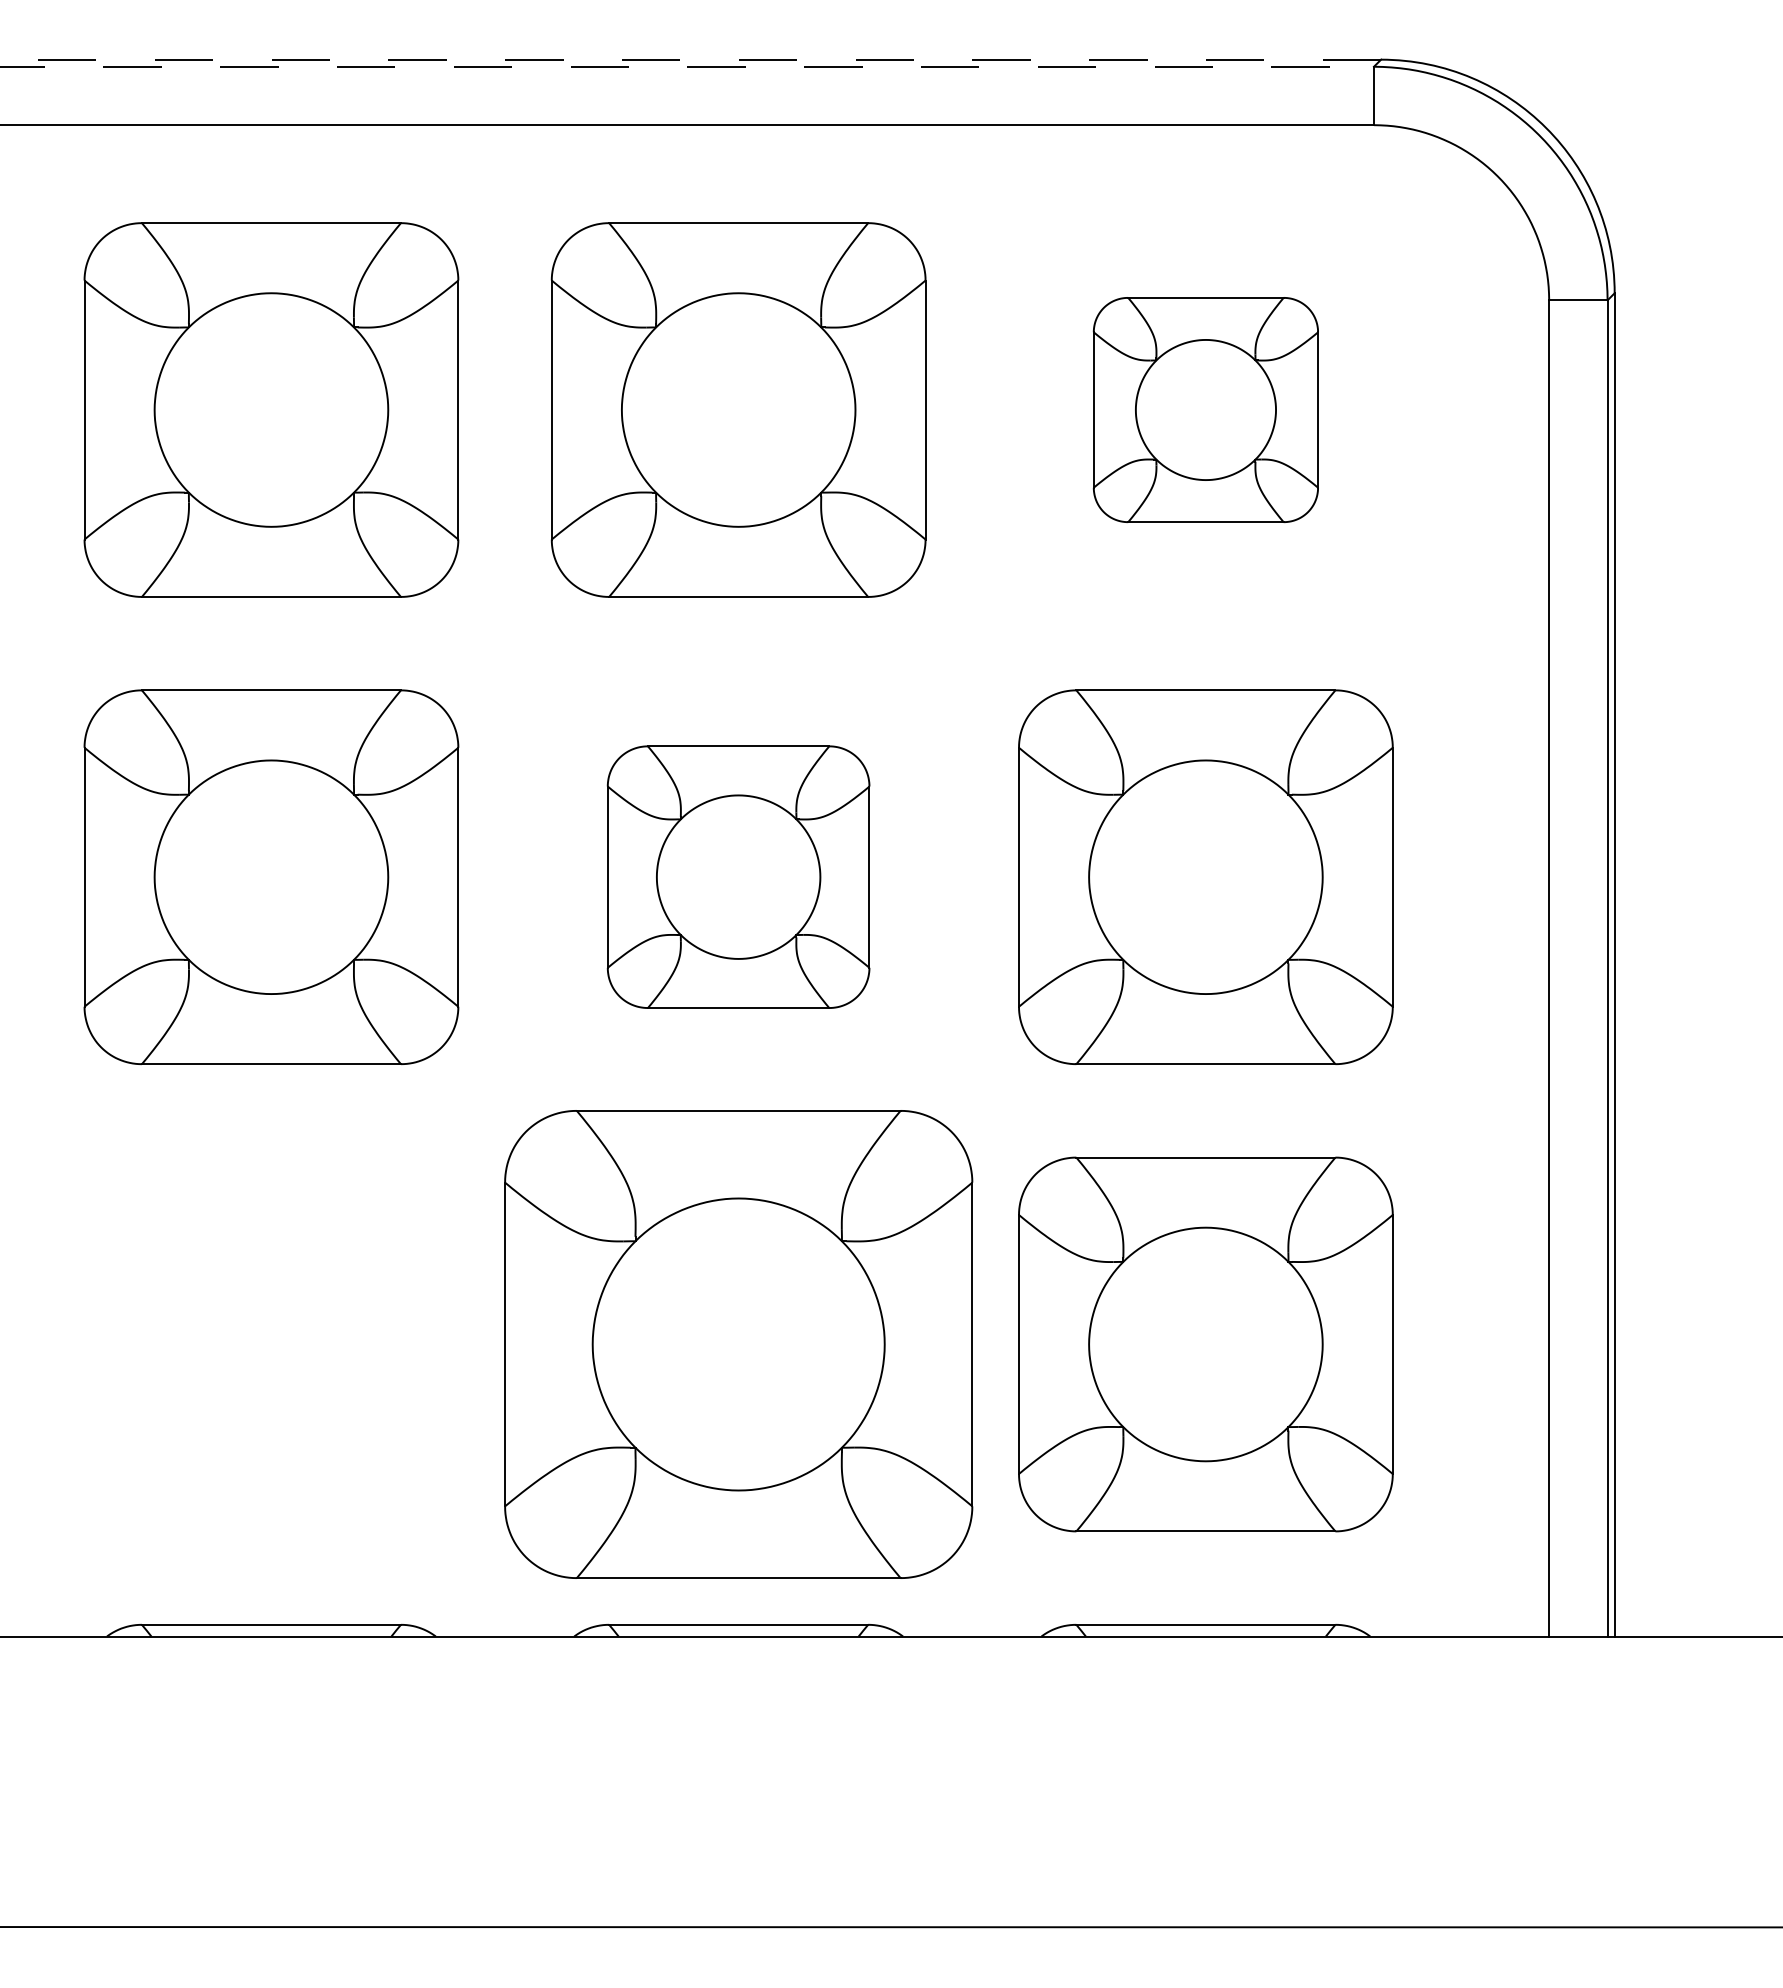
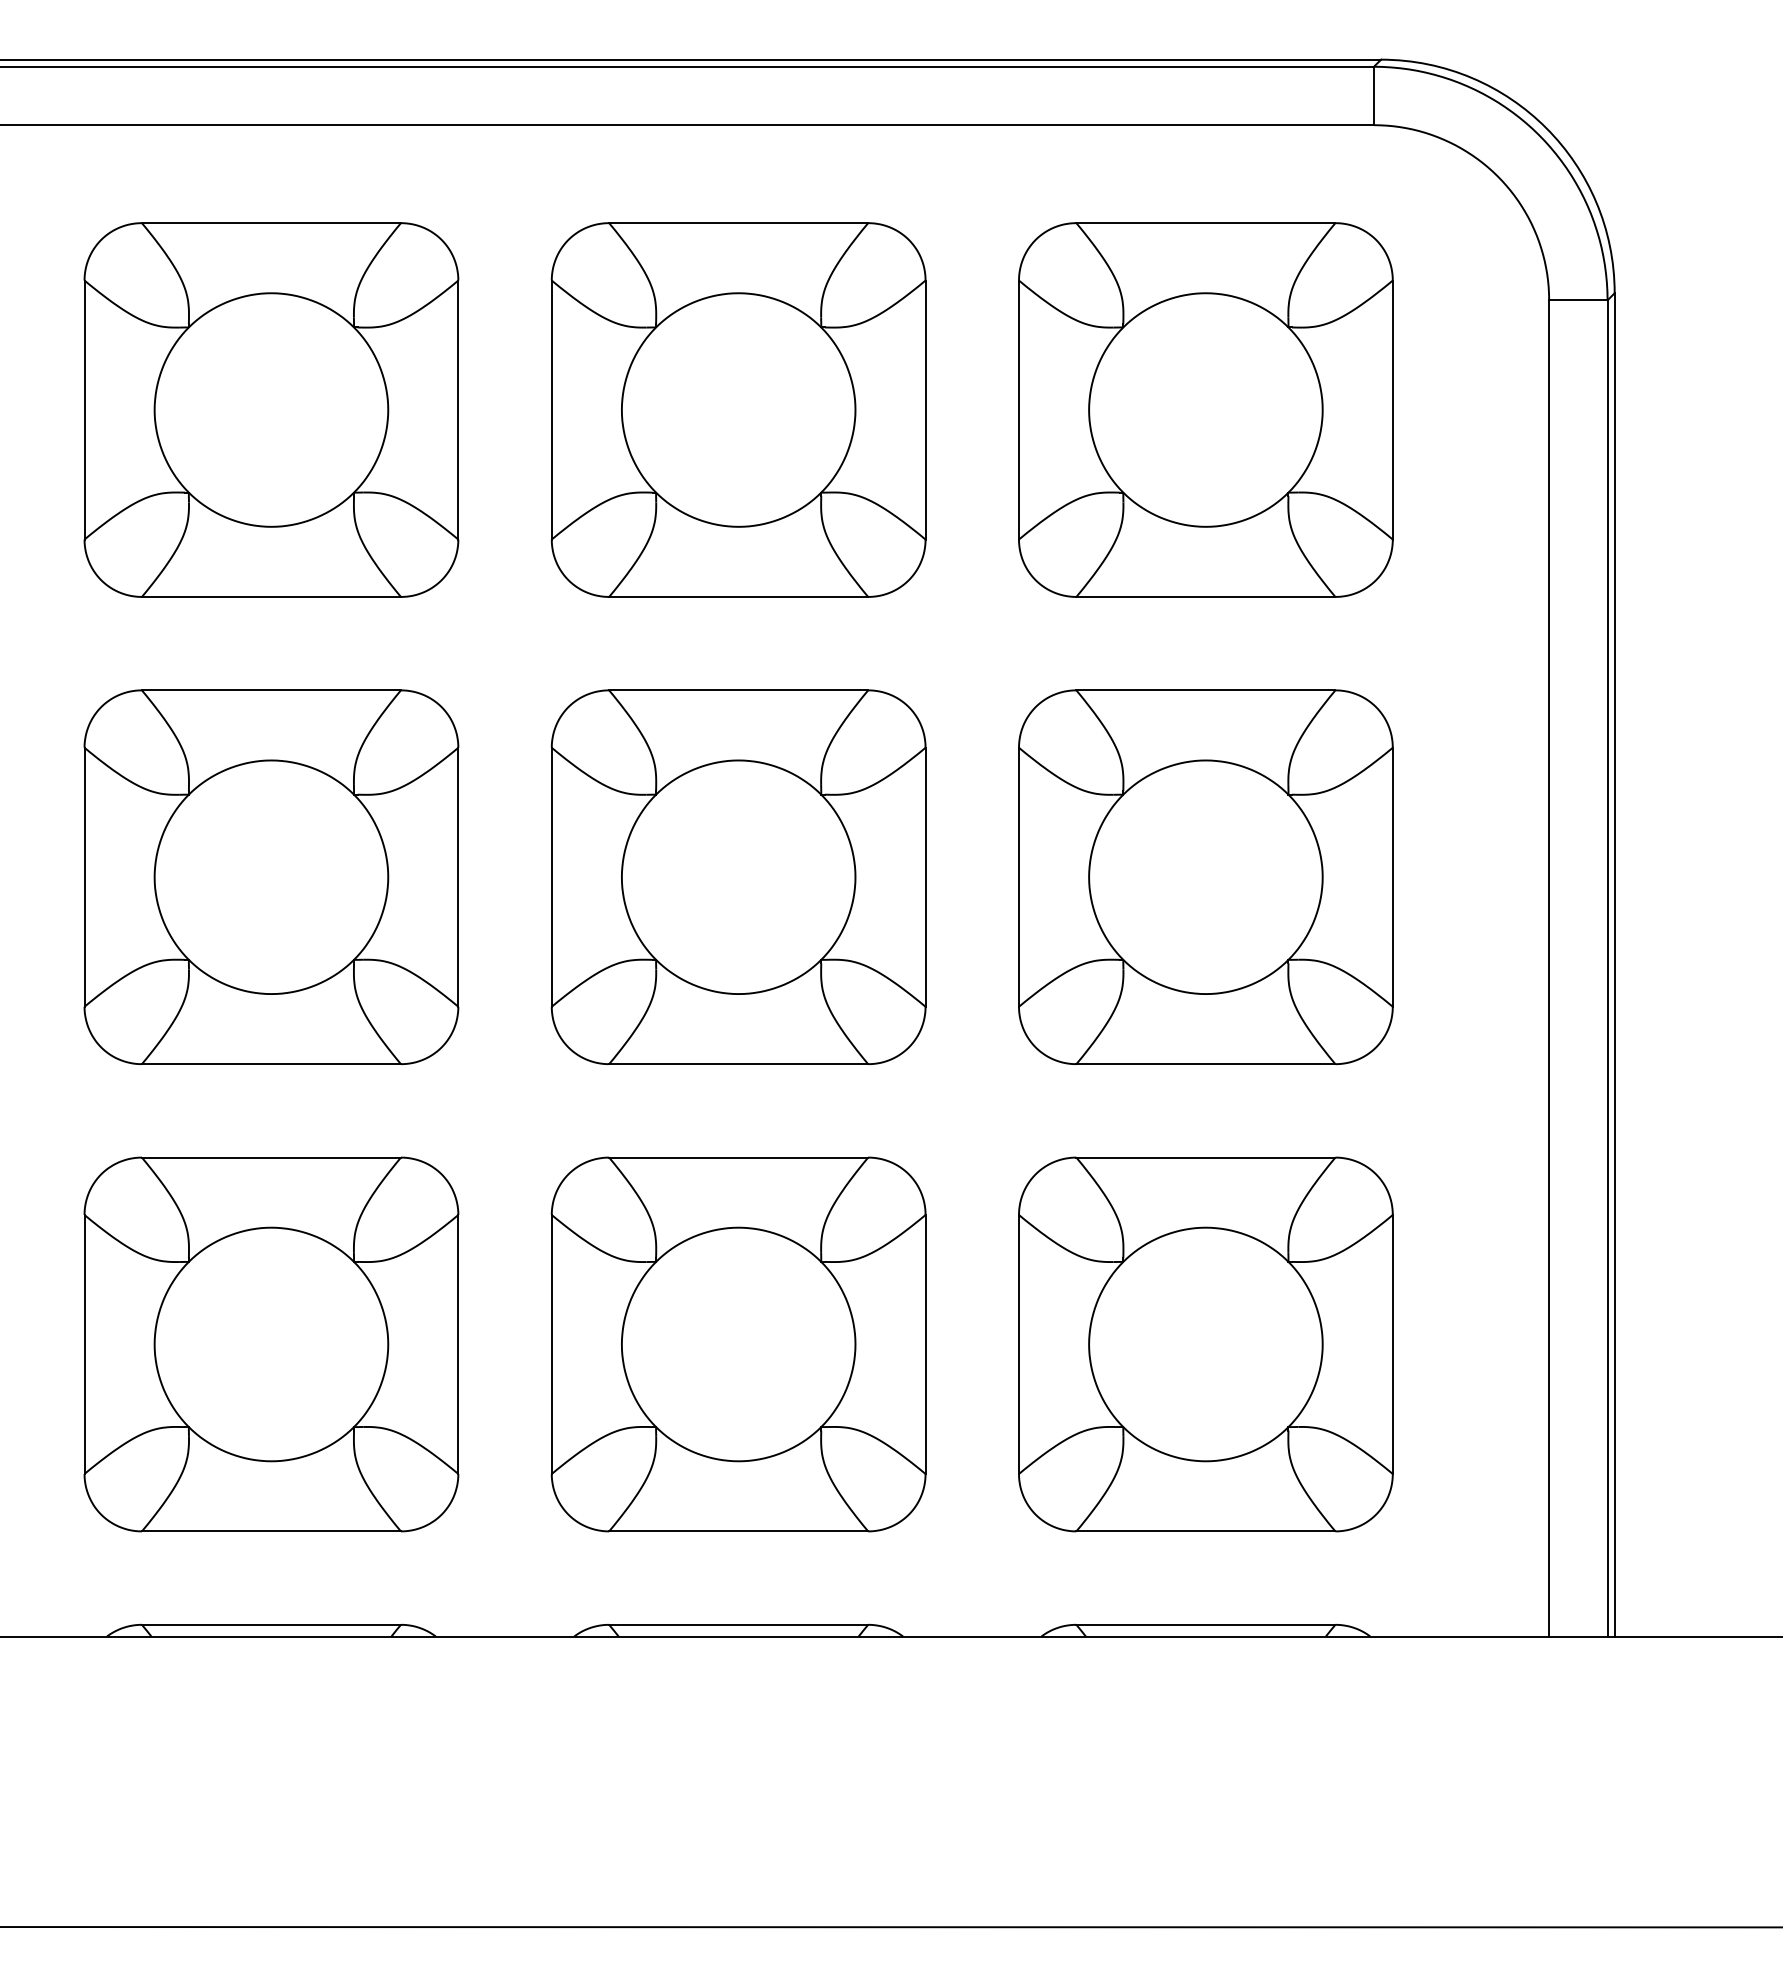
line at (690, 59): dashed -> solid
line at (687, 66): dashed -> solid
part at (1205, 409) size: 227x226 px -> 376x376 px
part at (738, 876) size: 265x264 px -> 377x376 px
part at (271, 1344): none -> present
part at (738, 1344) size: 470x469 px -> 377x377 px
